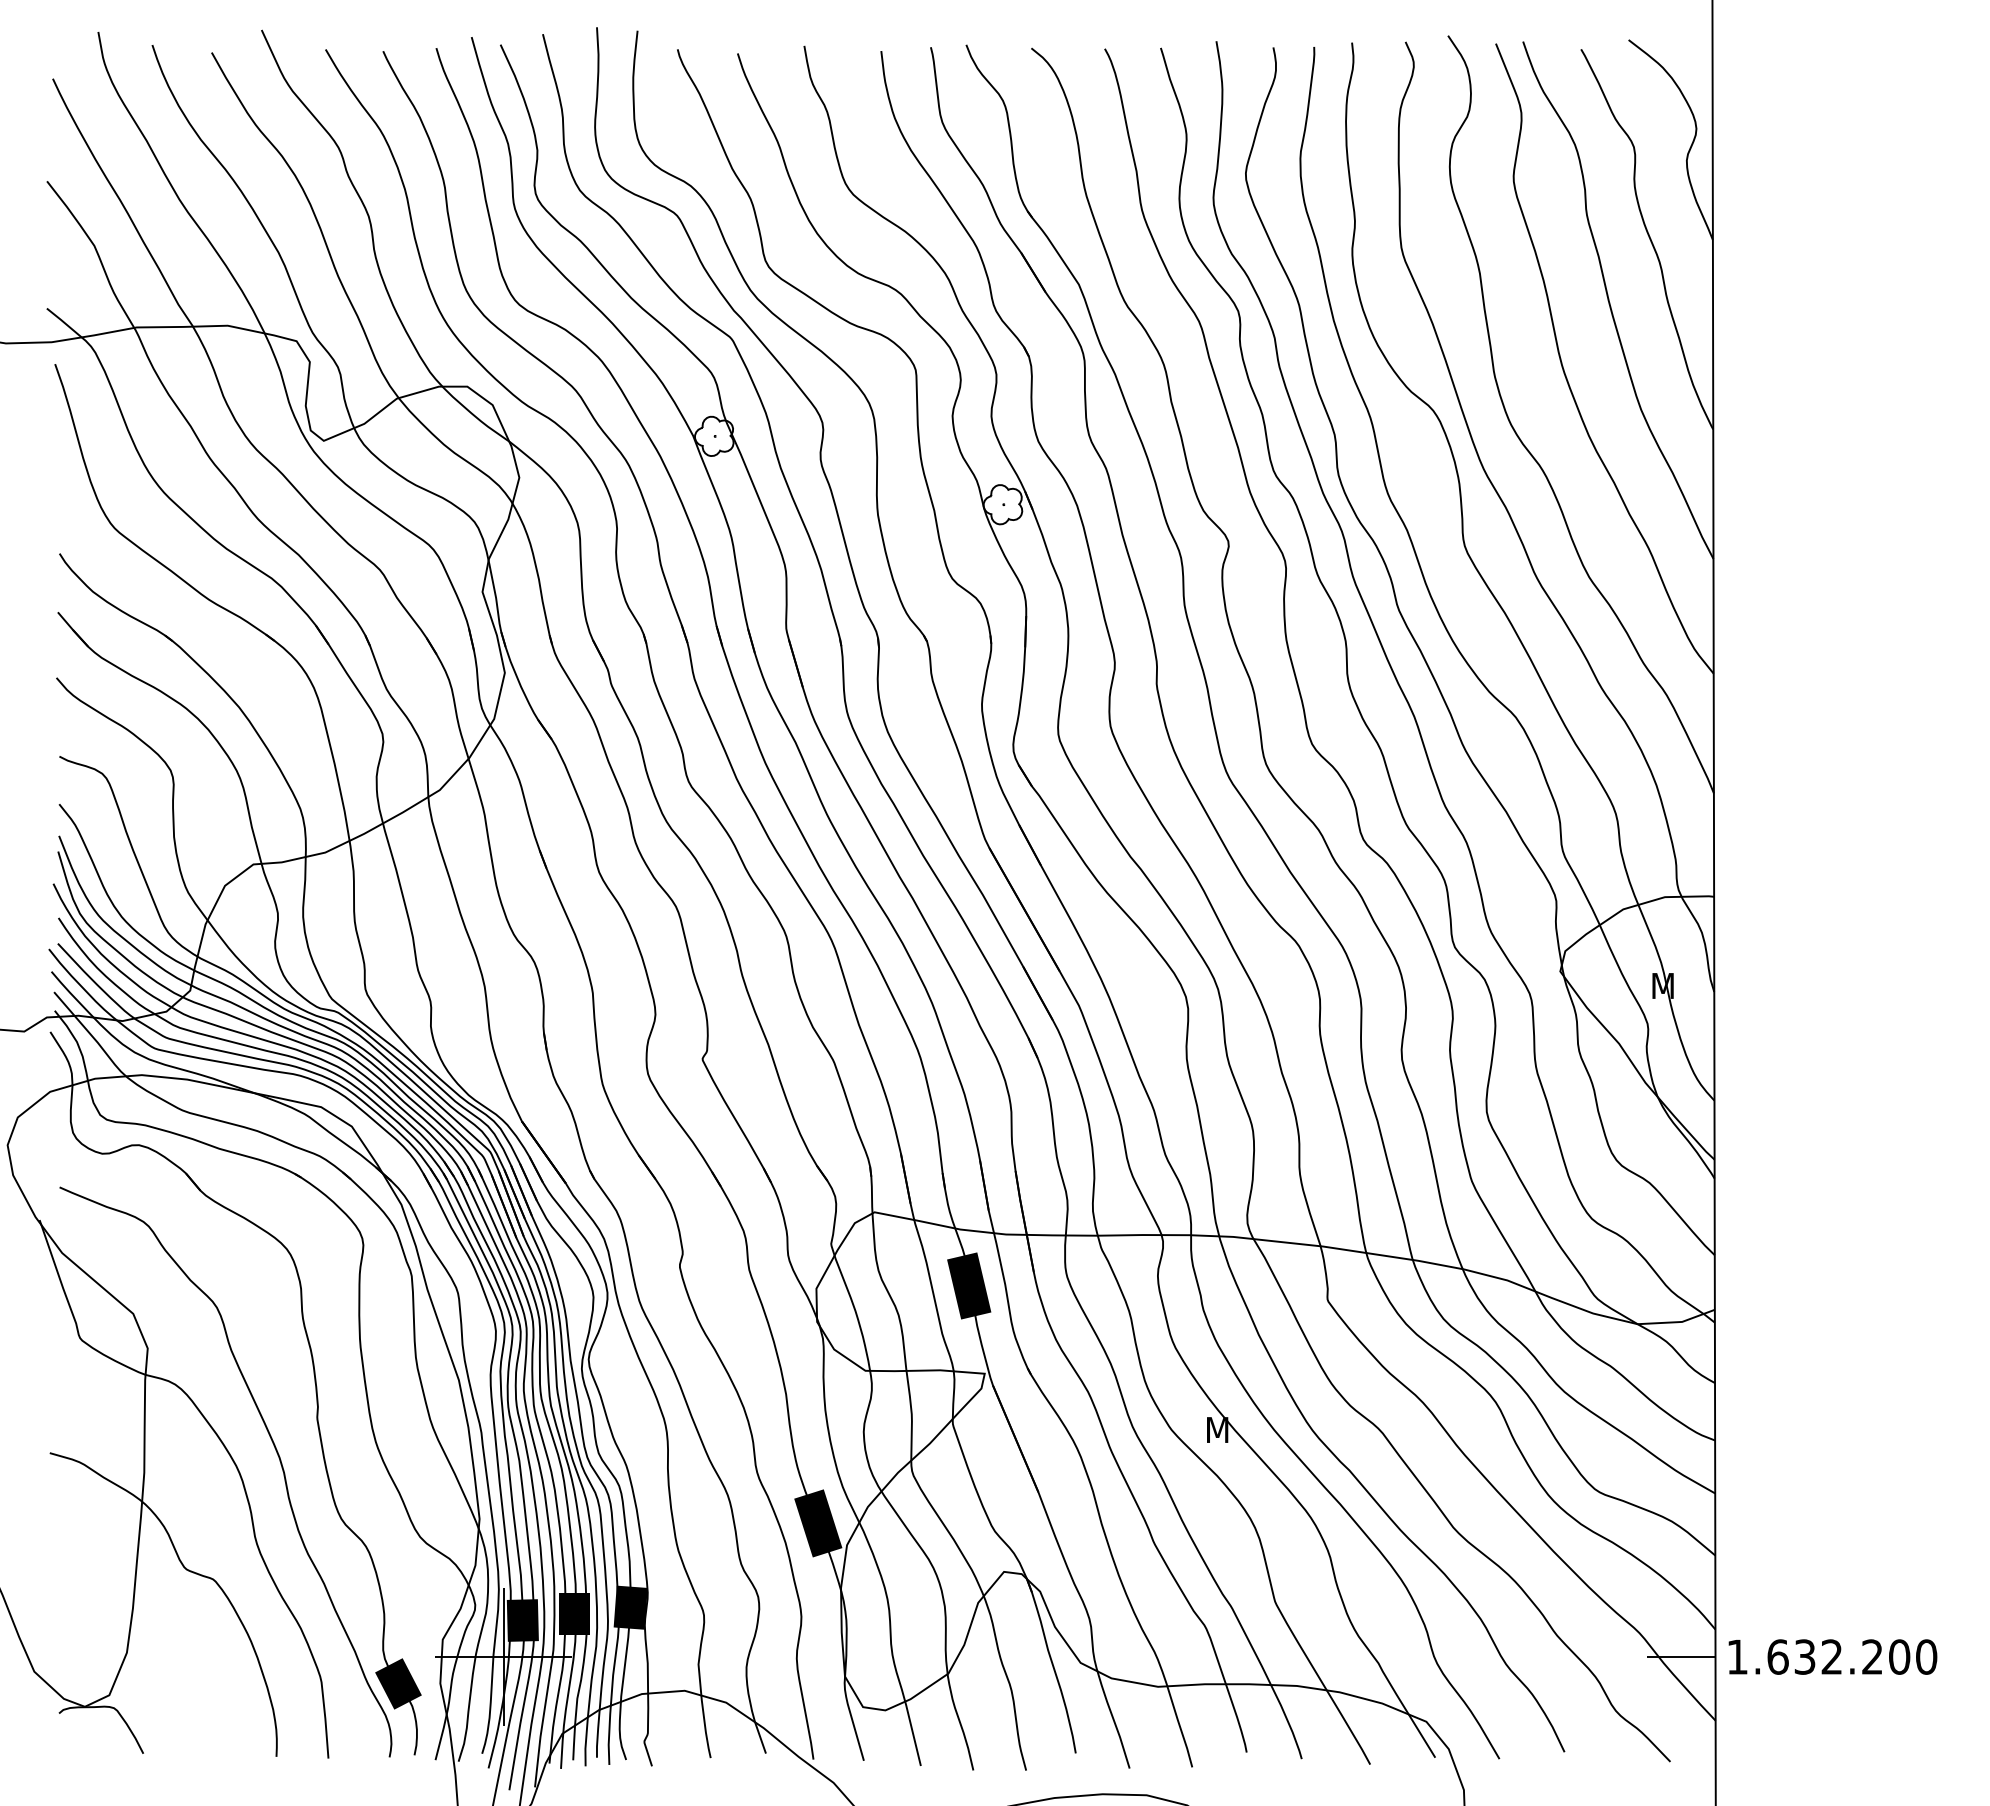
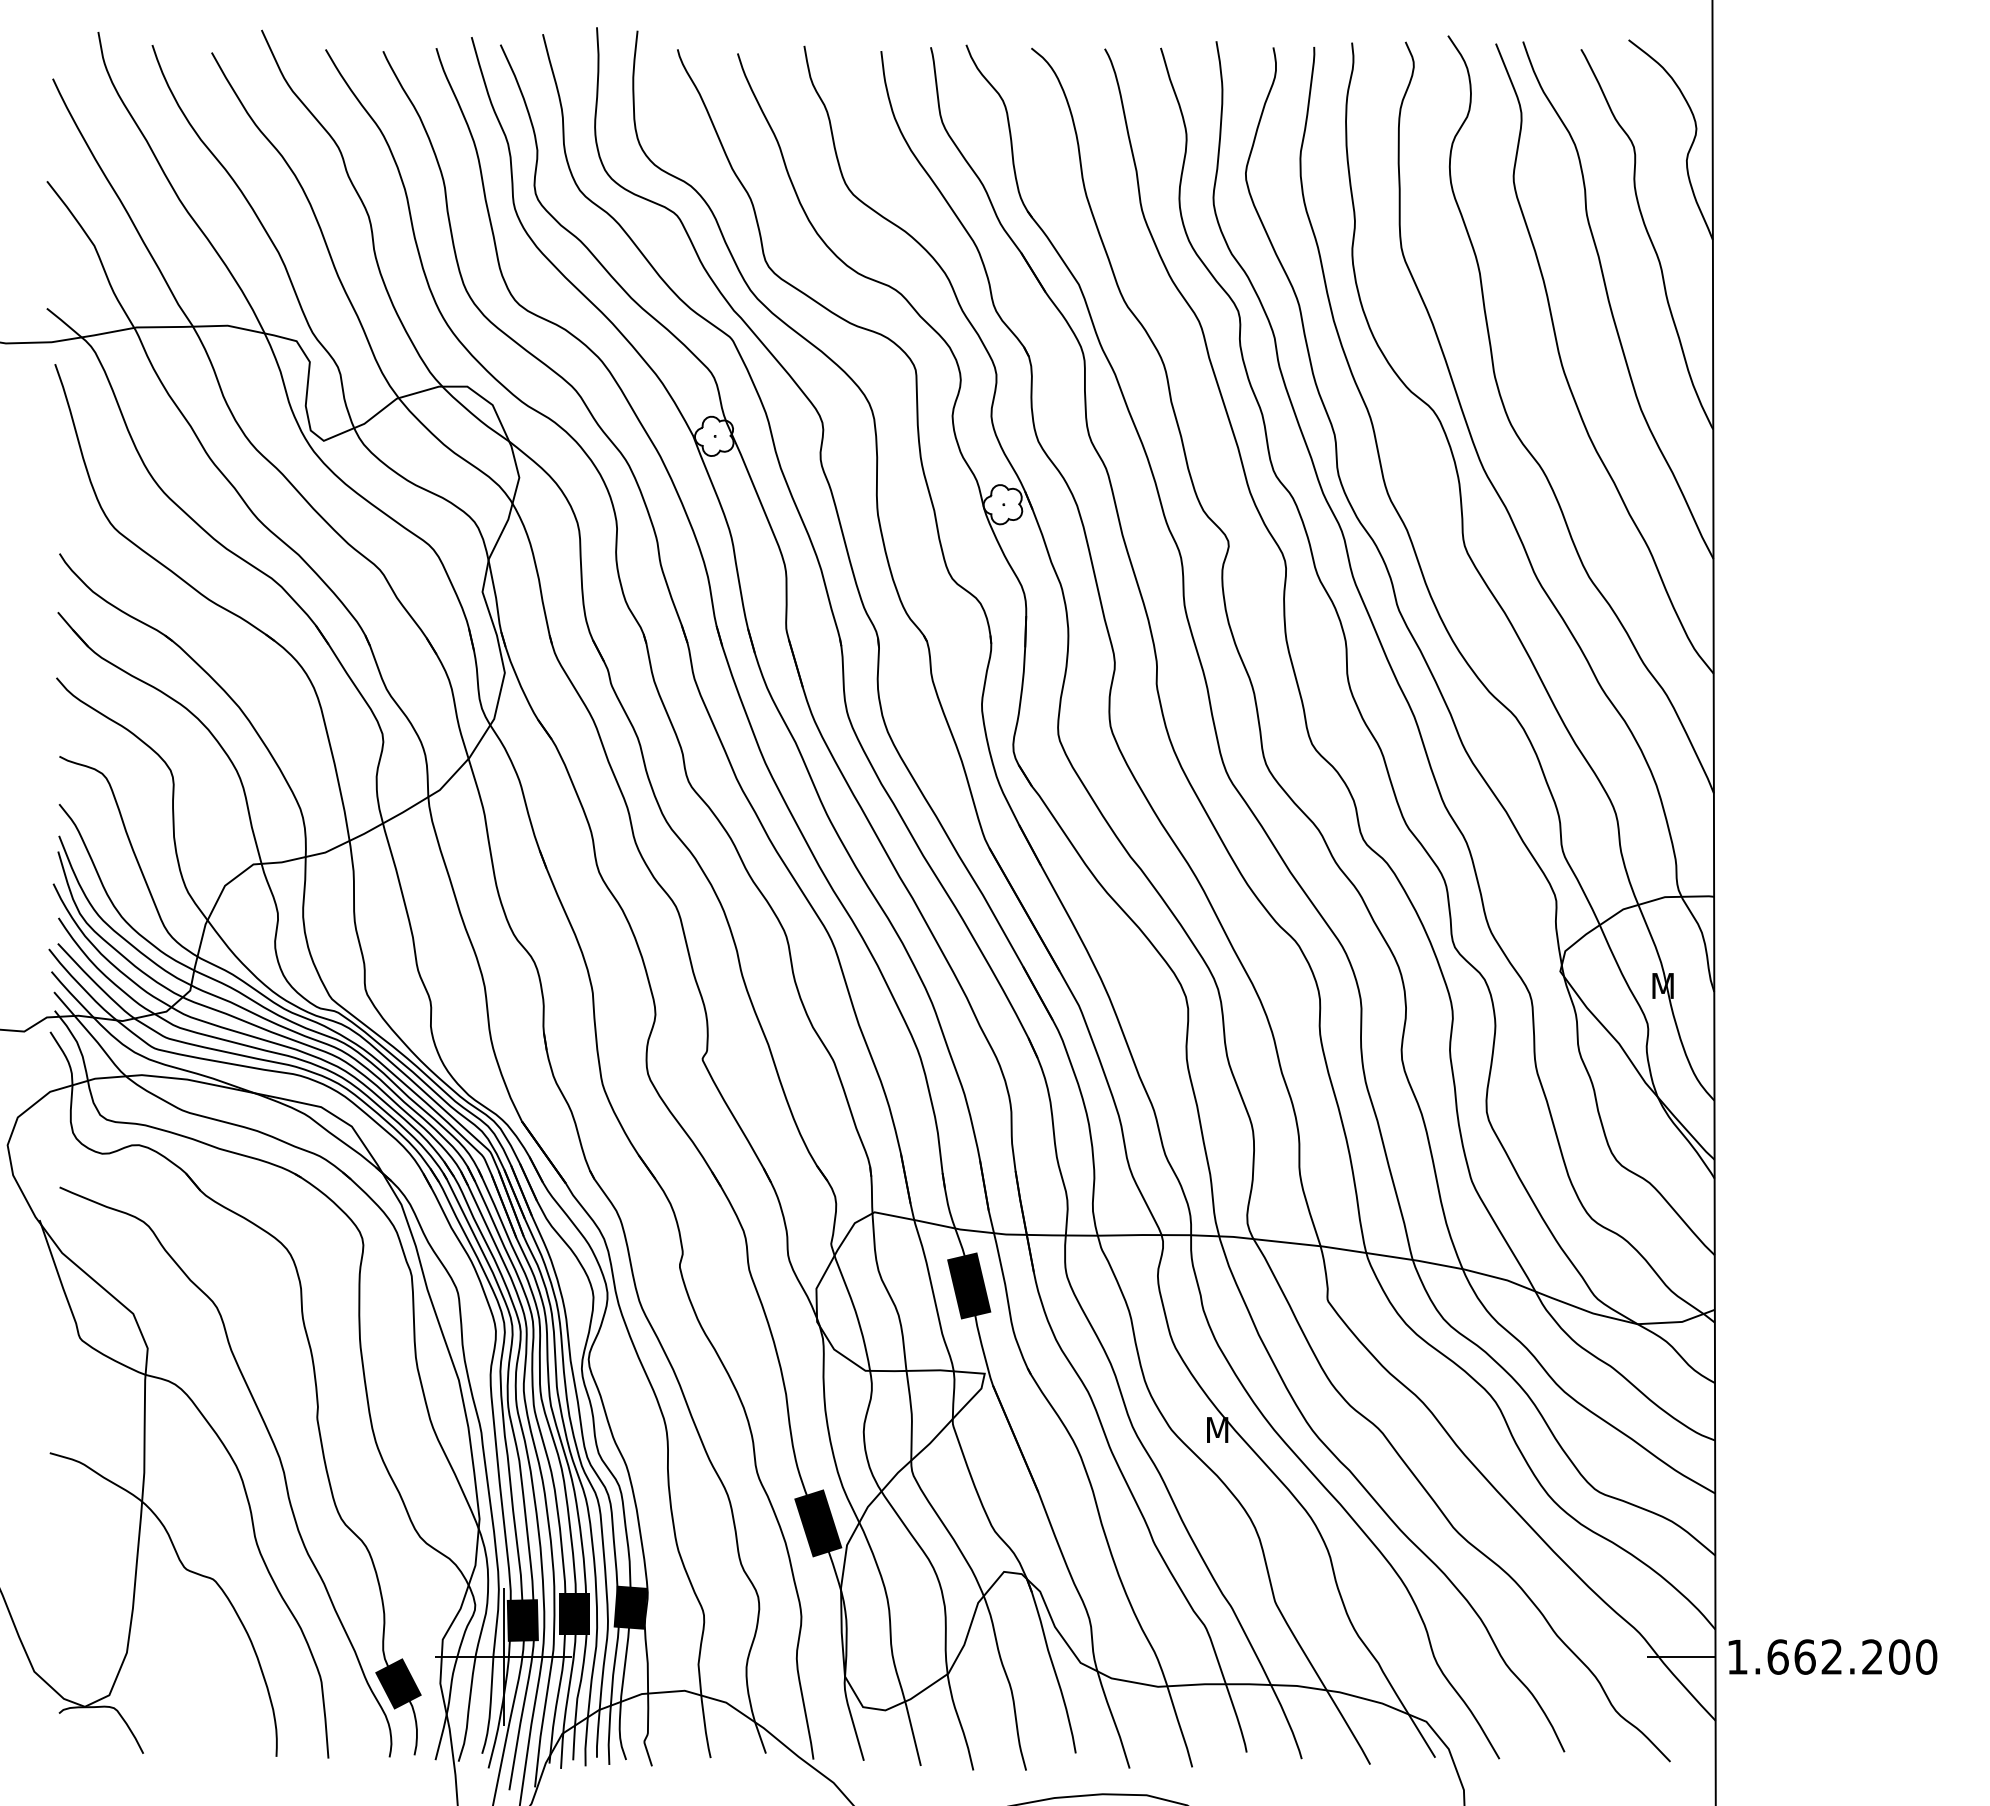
text at (1804, 1656): 1.632.200 -> 1.662.200
